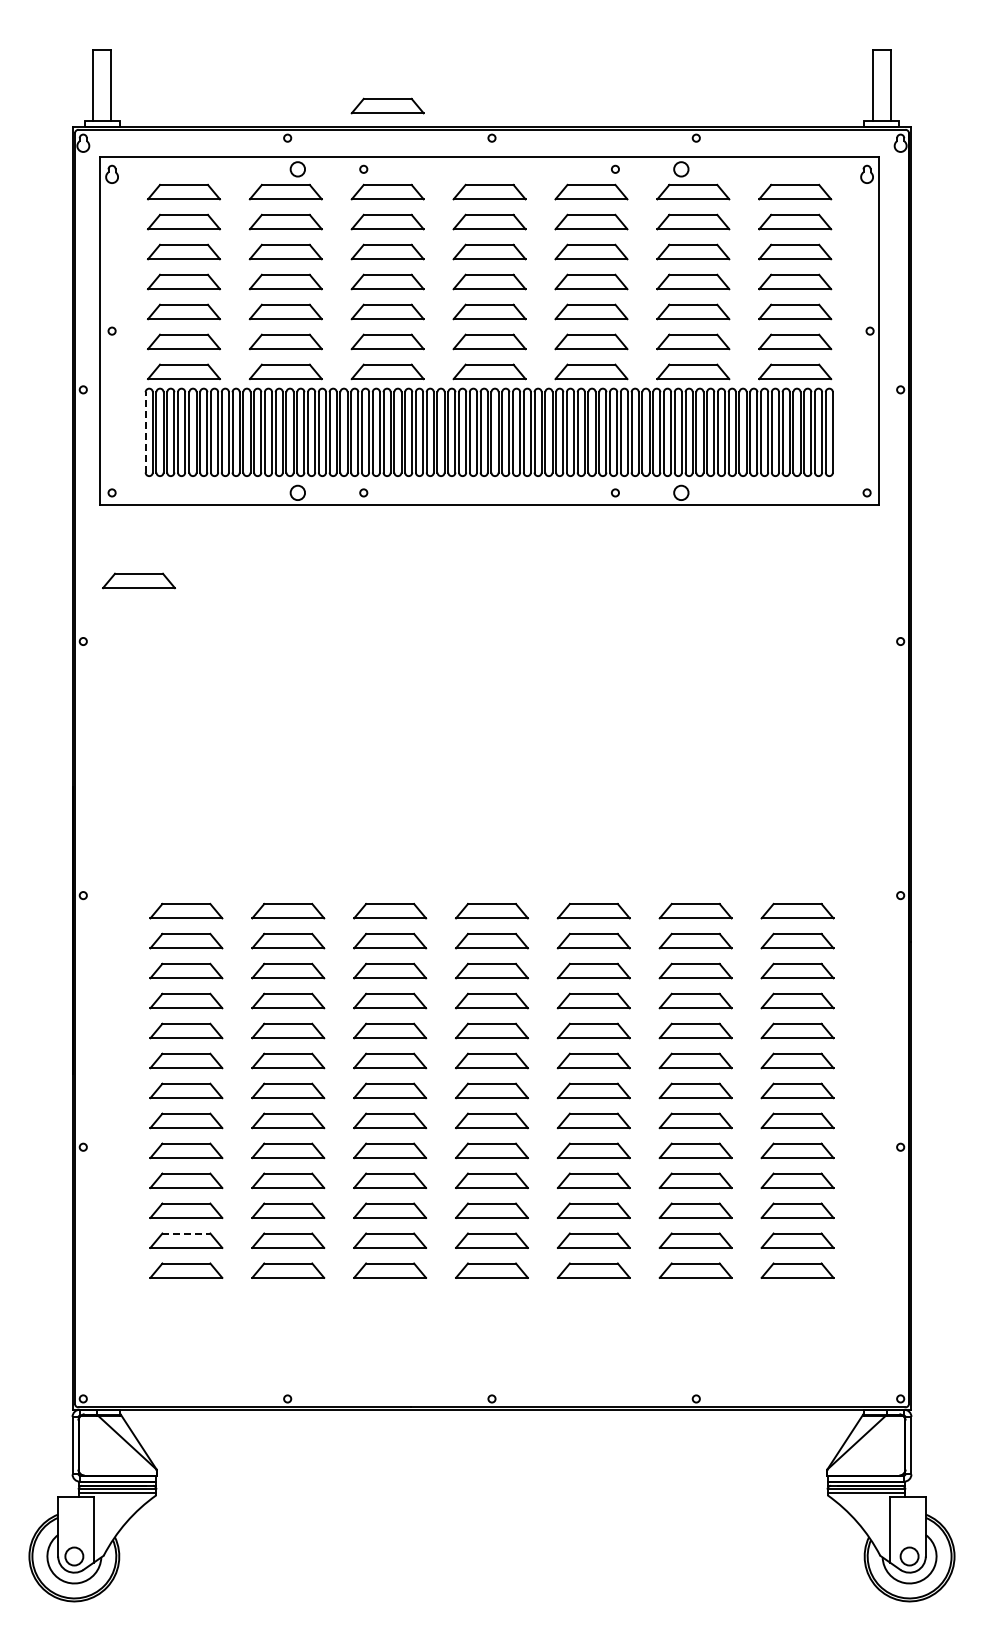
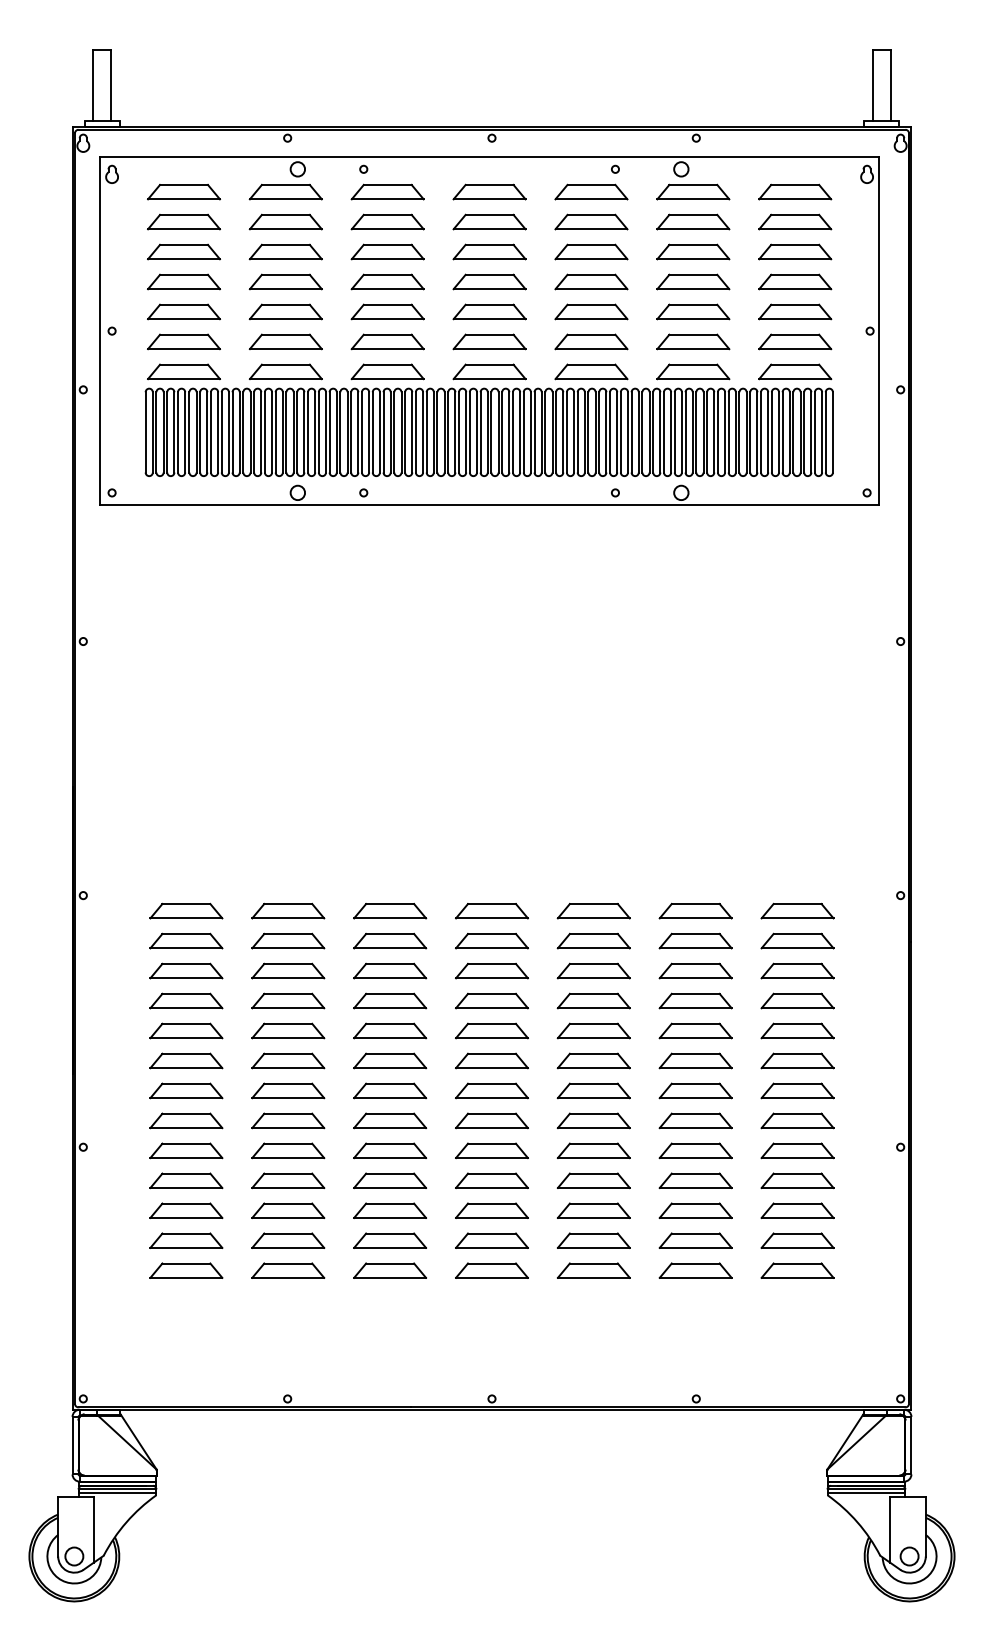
part at (387, 105): present -> none
line at (145, 431): dashed -> solid
part at (138, 580): present -> none
line at (186, 1233): dashed -> solid
